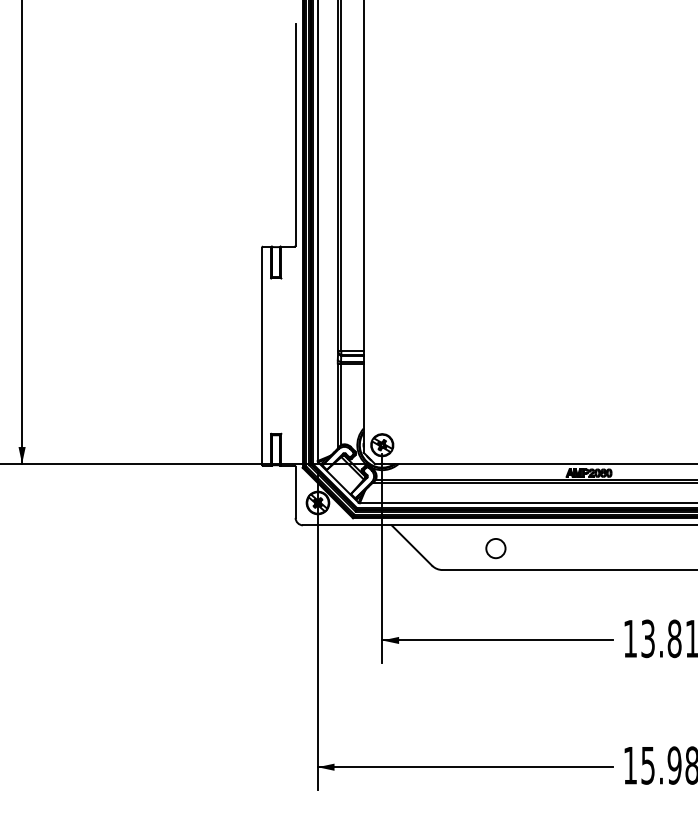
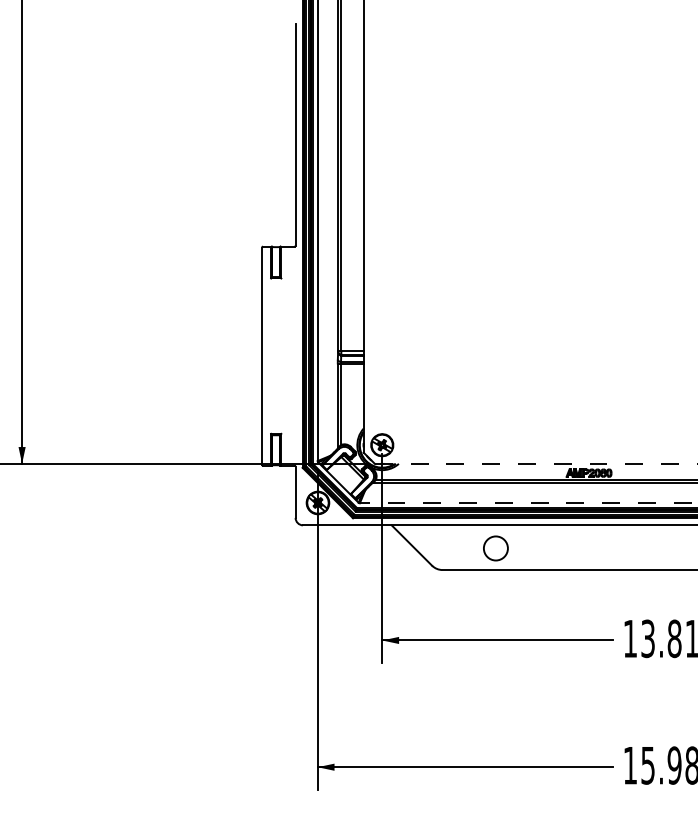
line at (536, 463): solid -> dashed
line at (528, 503): solid -> dashed
circle at (495, 548) size: 22x22 px -> 26x27 px
